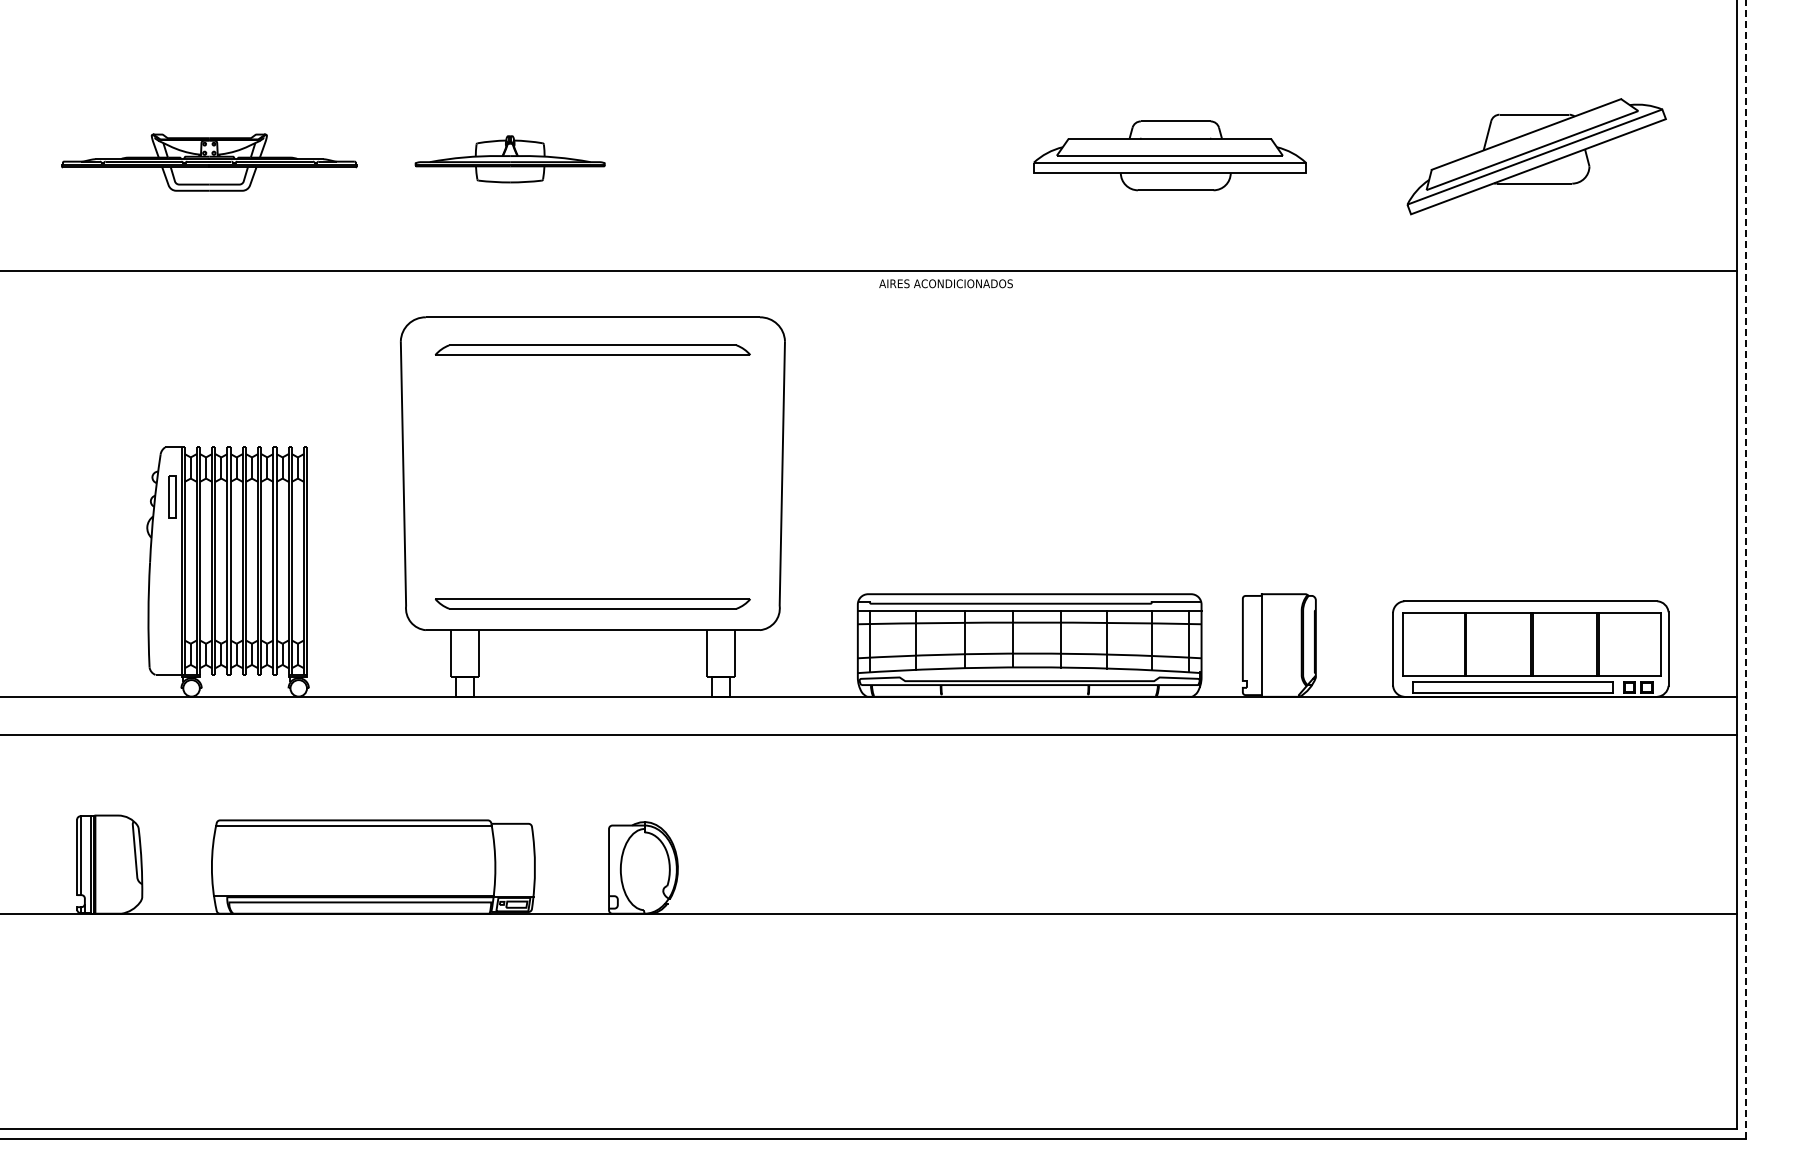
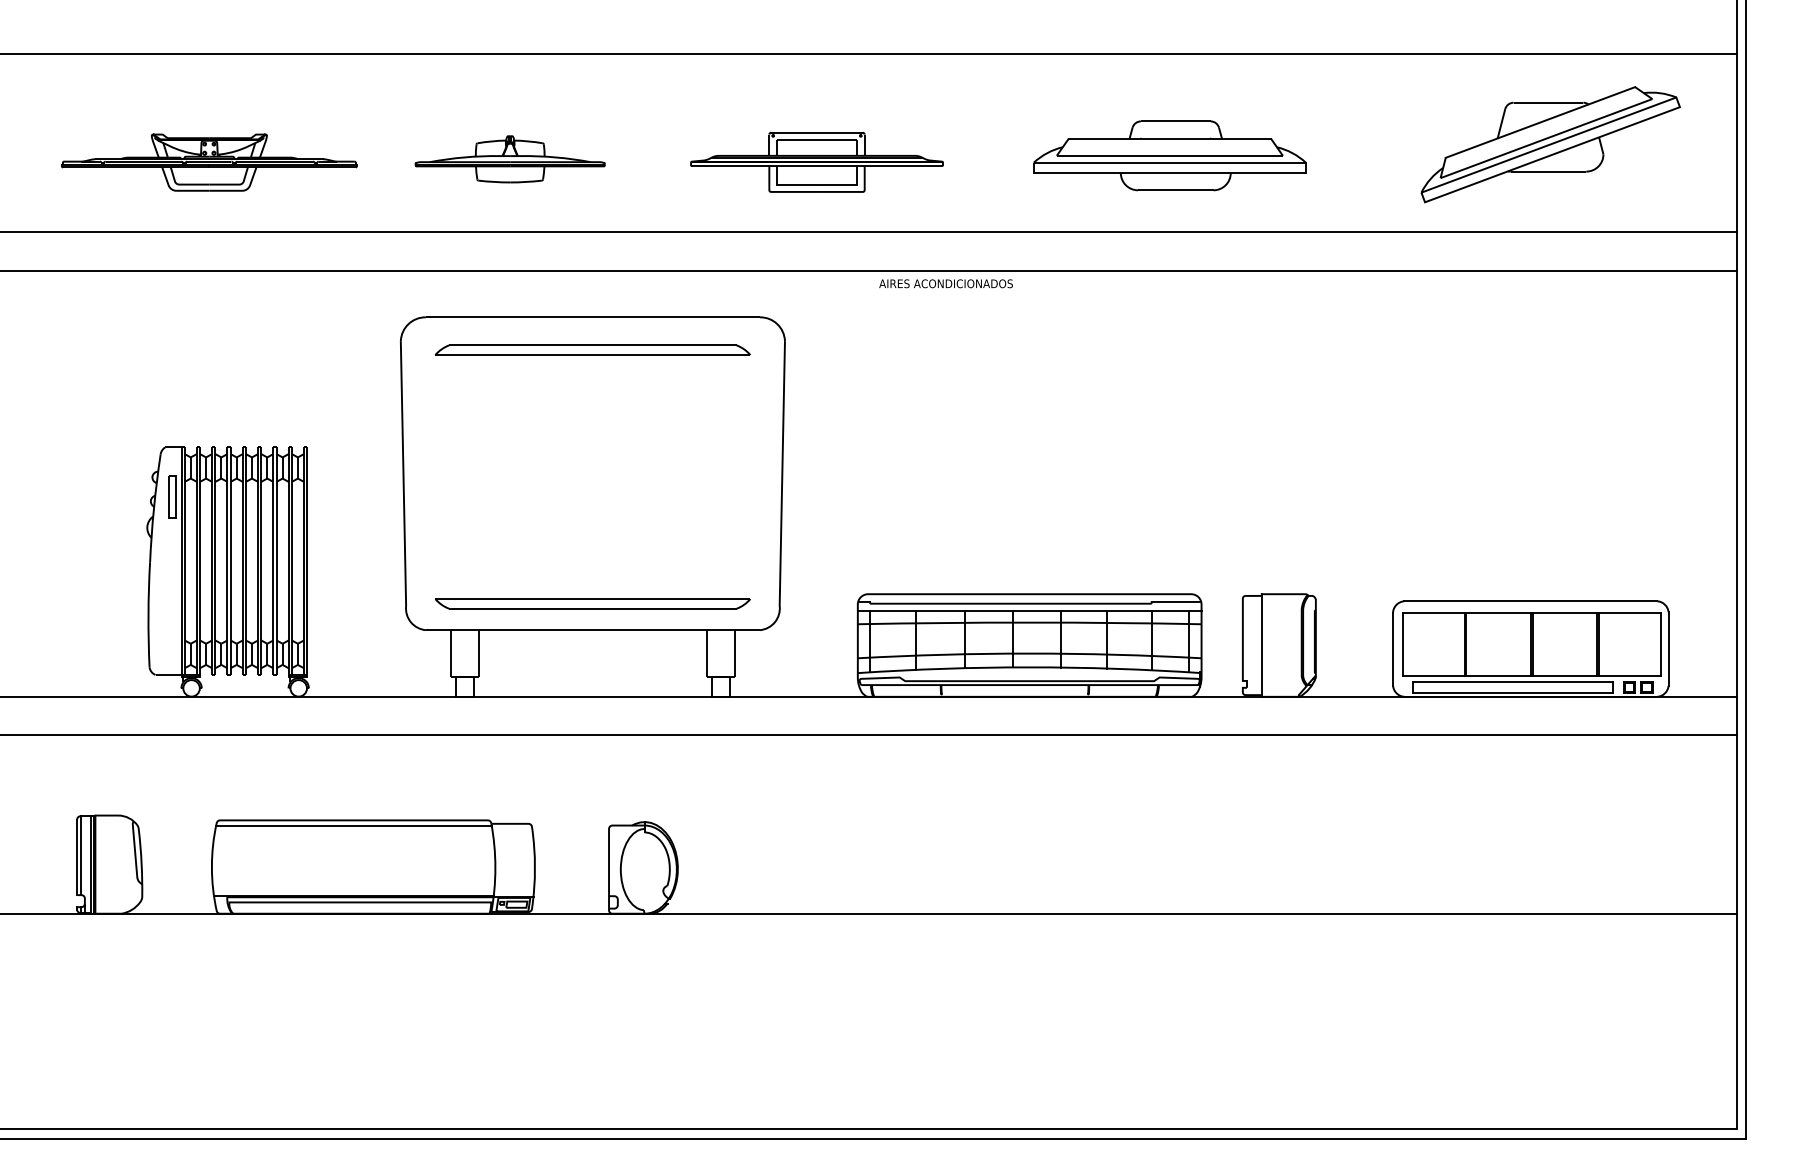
line at (869, 54): none -> present
part at (1536, 156) position: (1536, 156) -> (1550, 144)
part at (816, 161): none -> present
line at (869, 232): none -> present
line at (1746, 569): dashed -> solid
